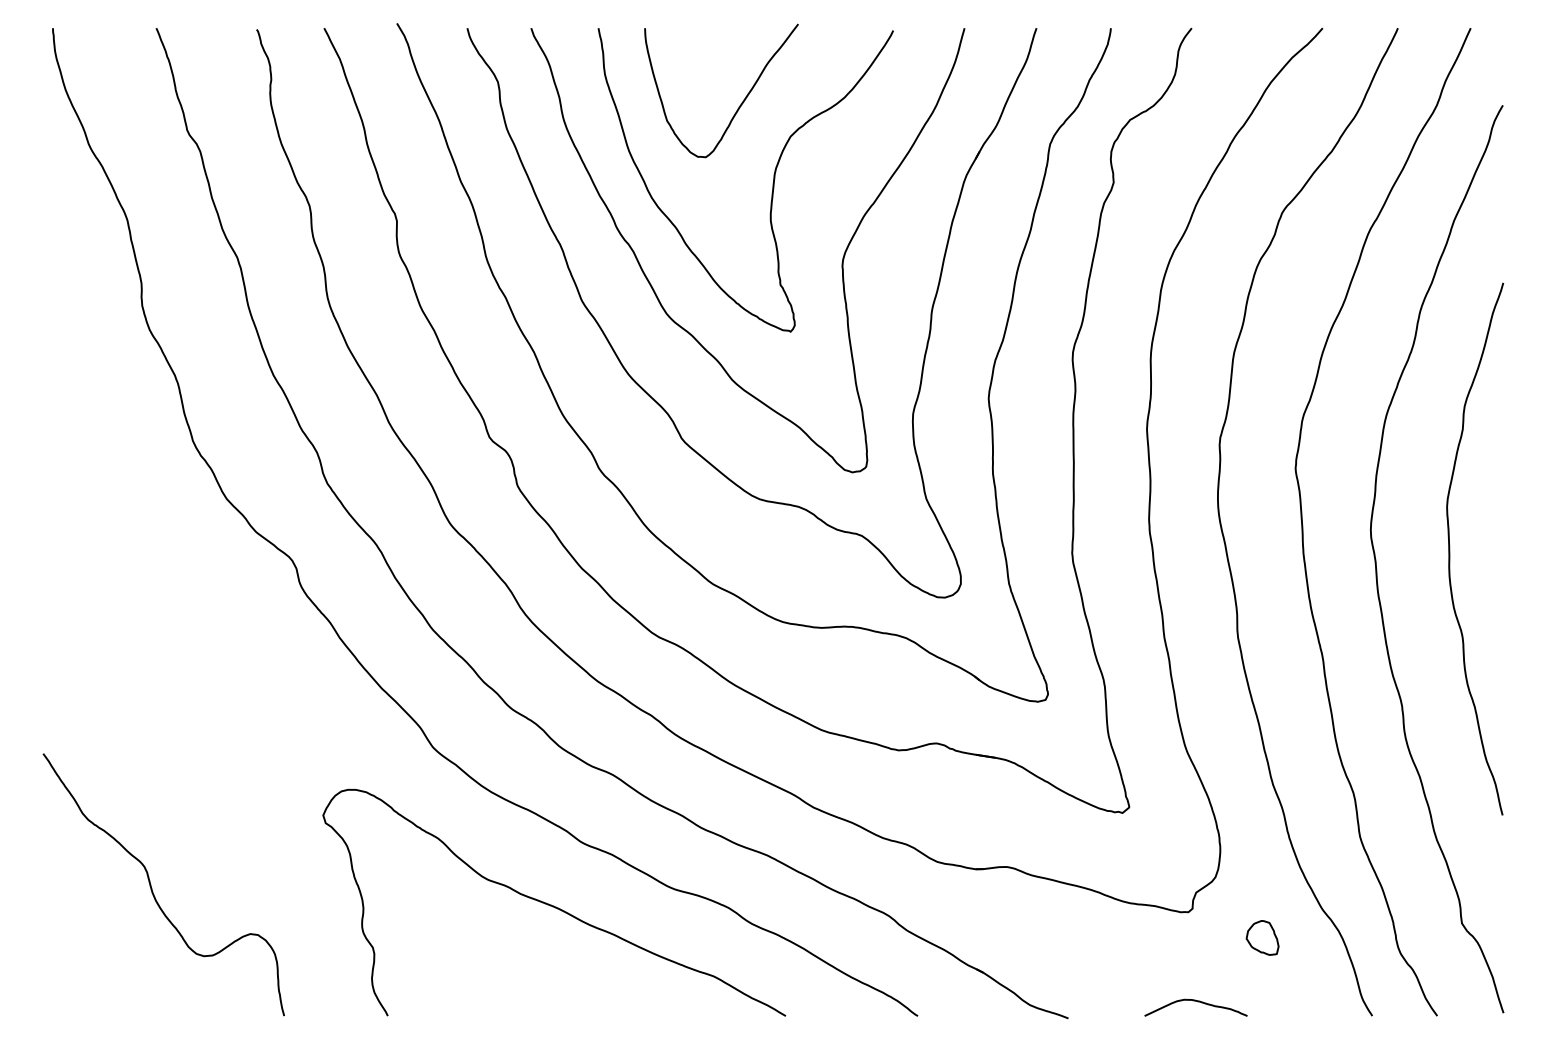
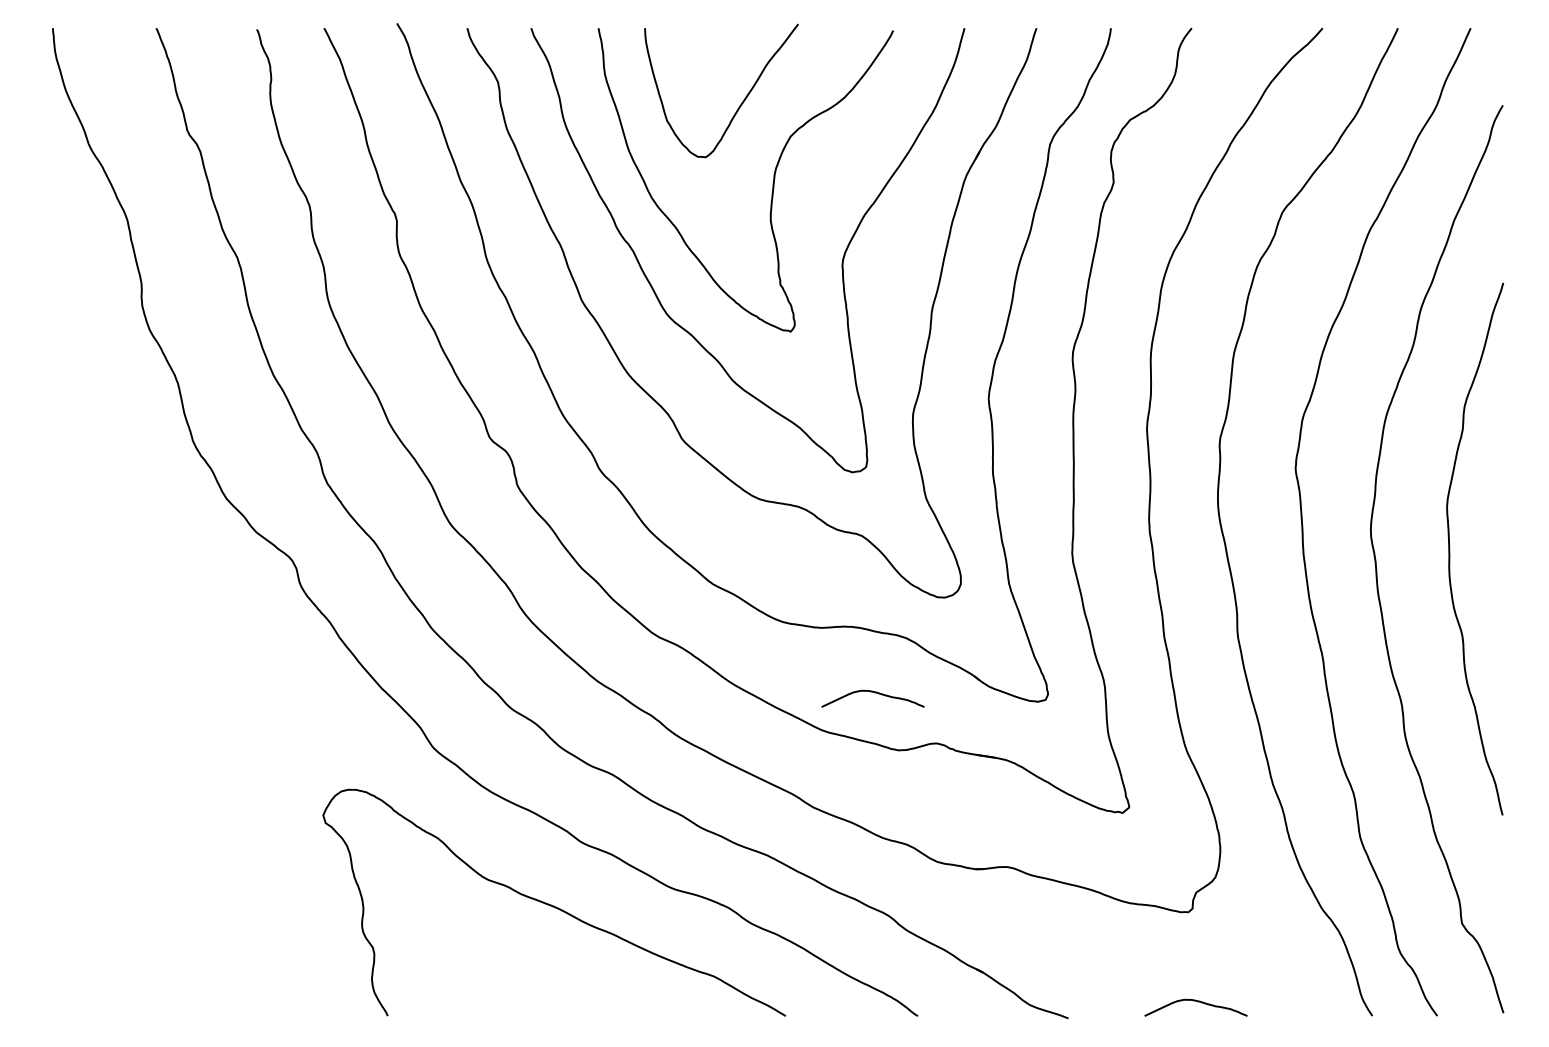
curve at (874, 693): none -> present
curve at (152, 888): present -> none
part at (1262, 937): present -> none
